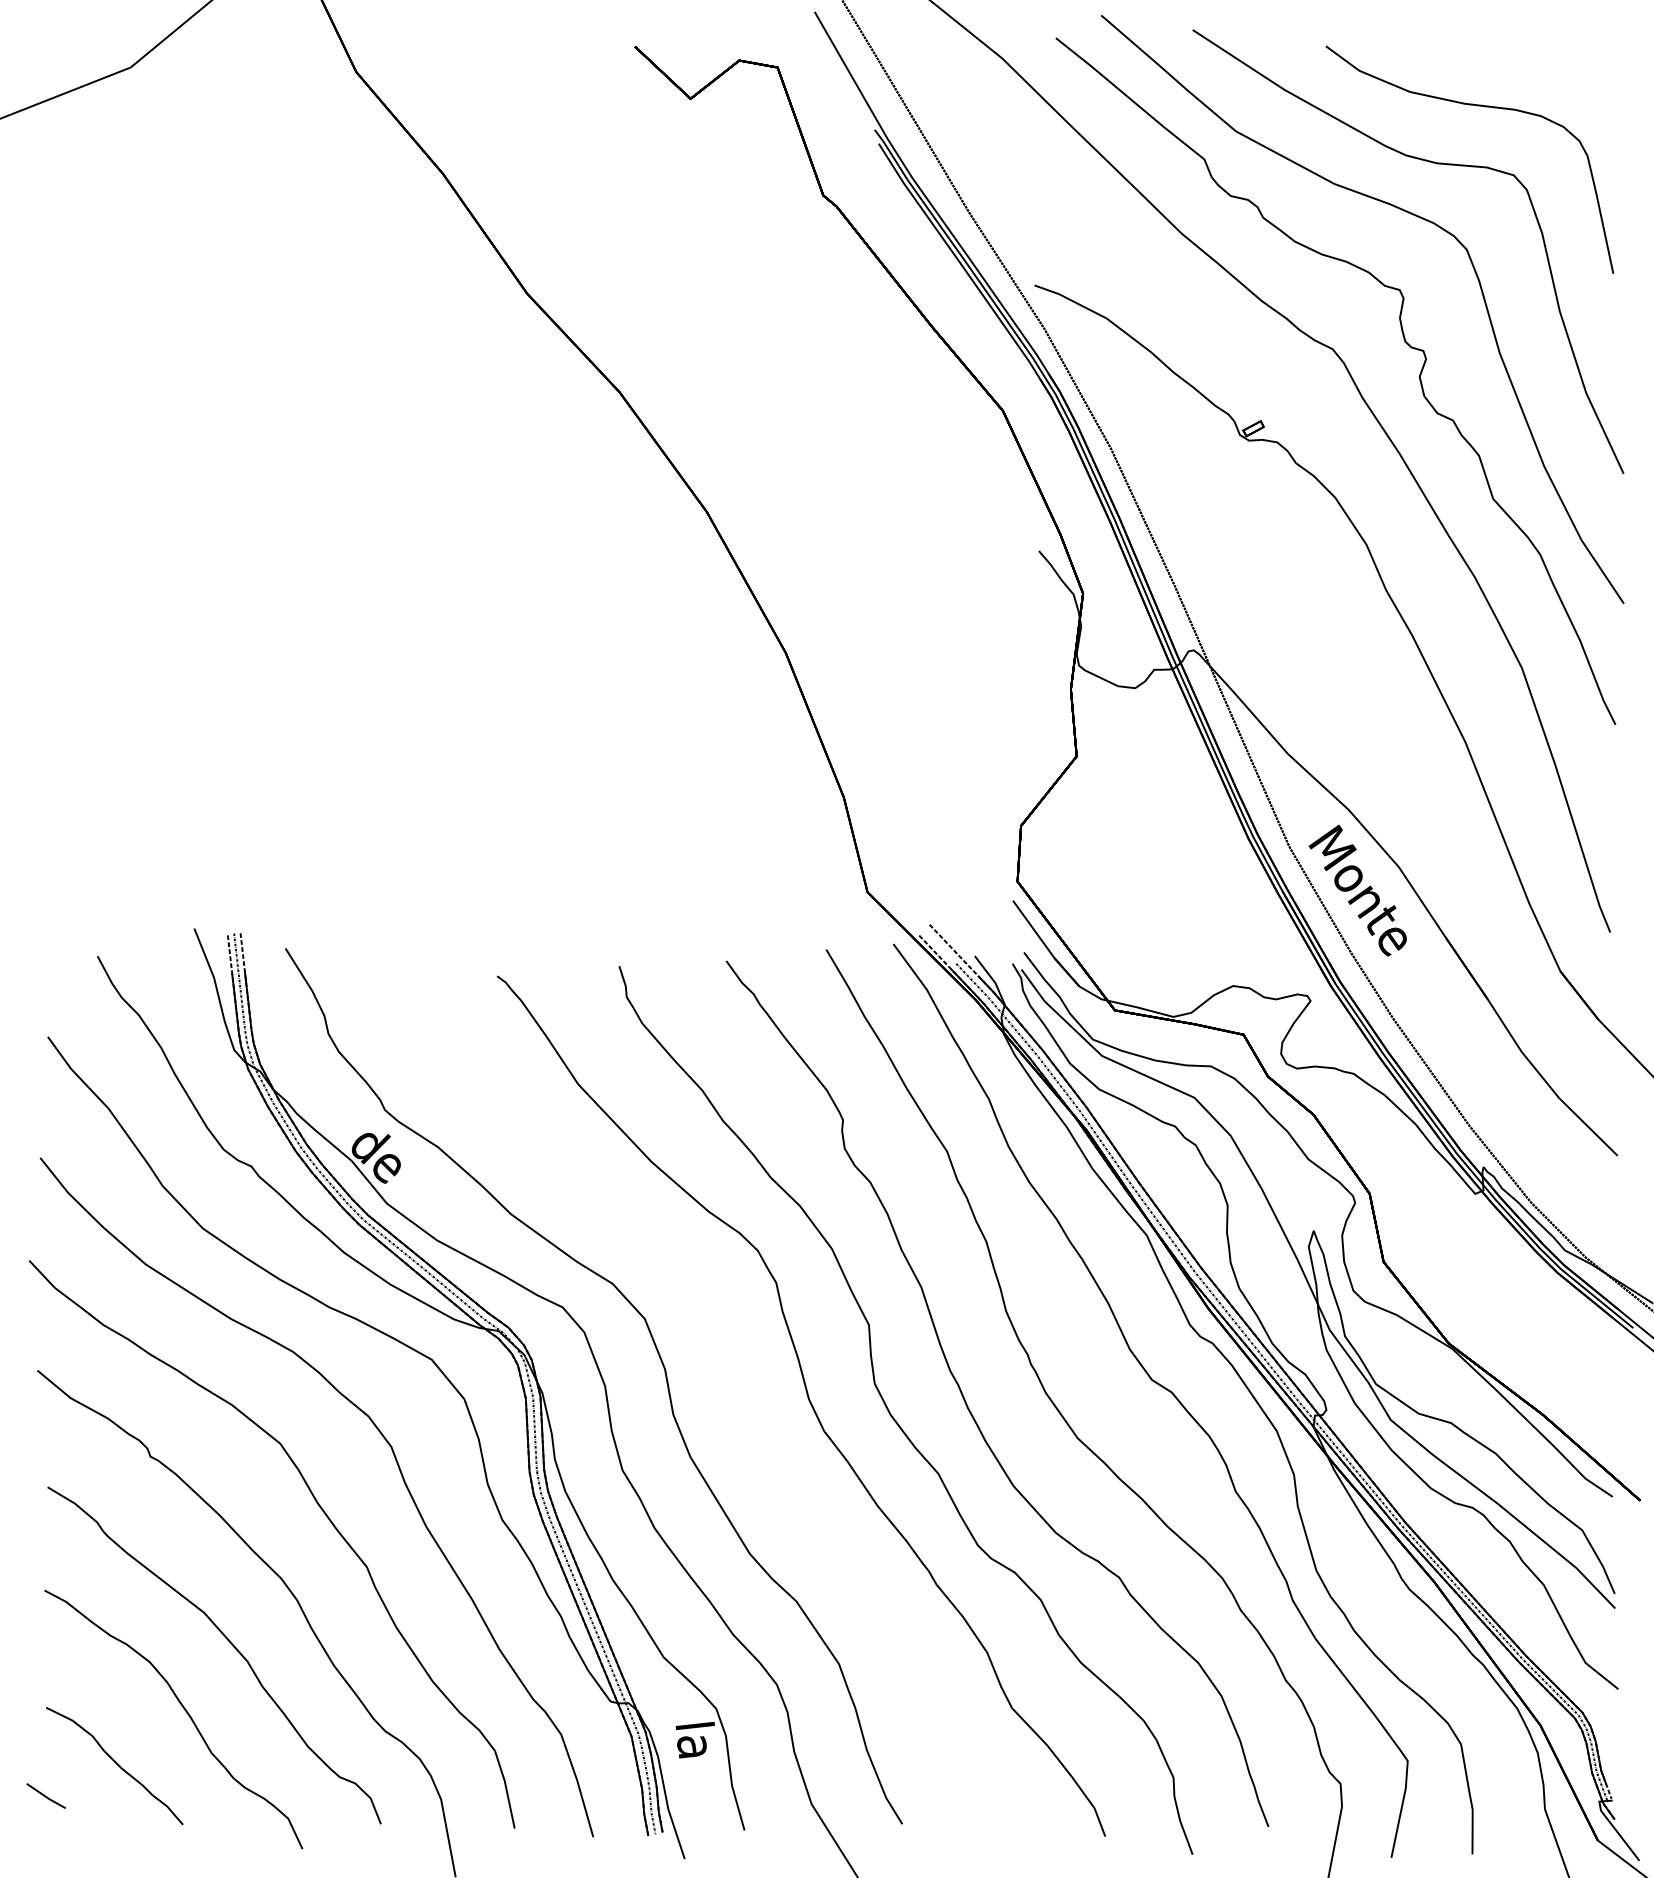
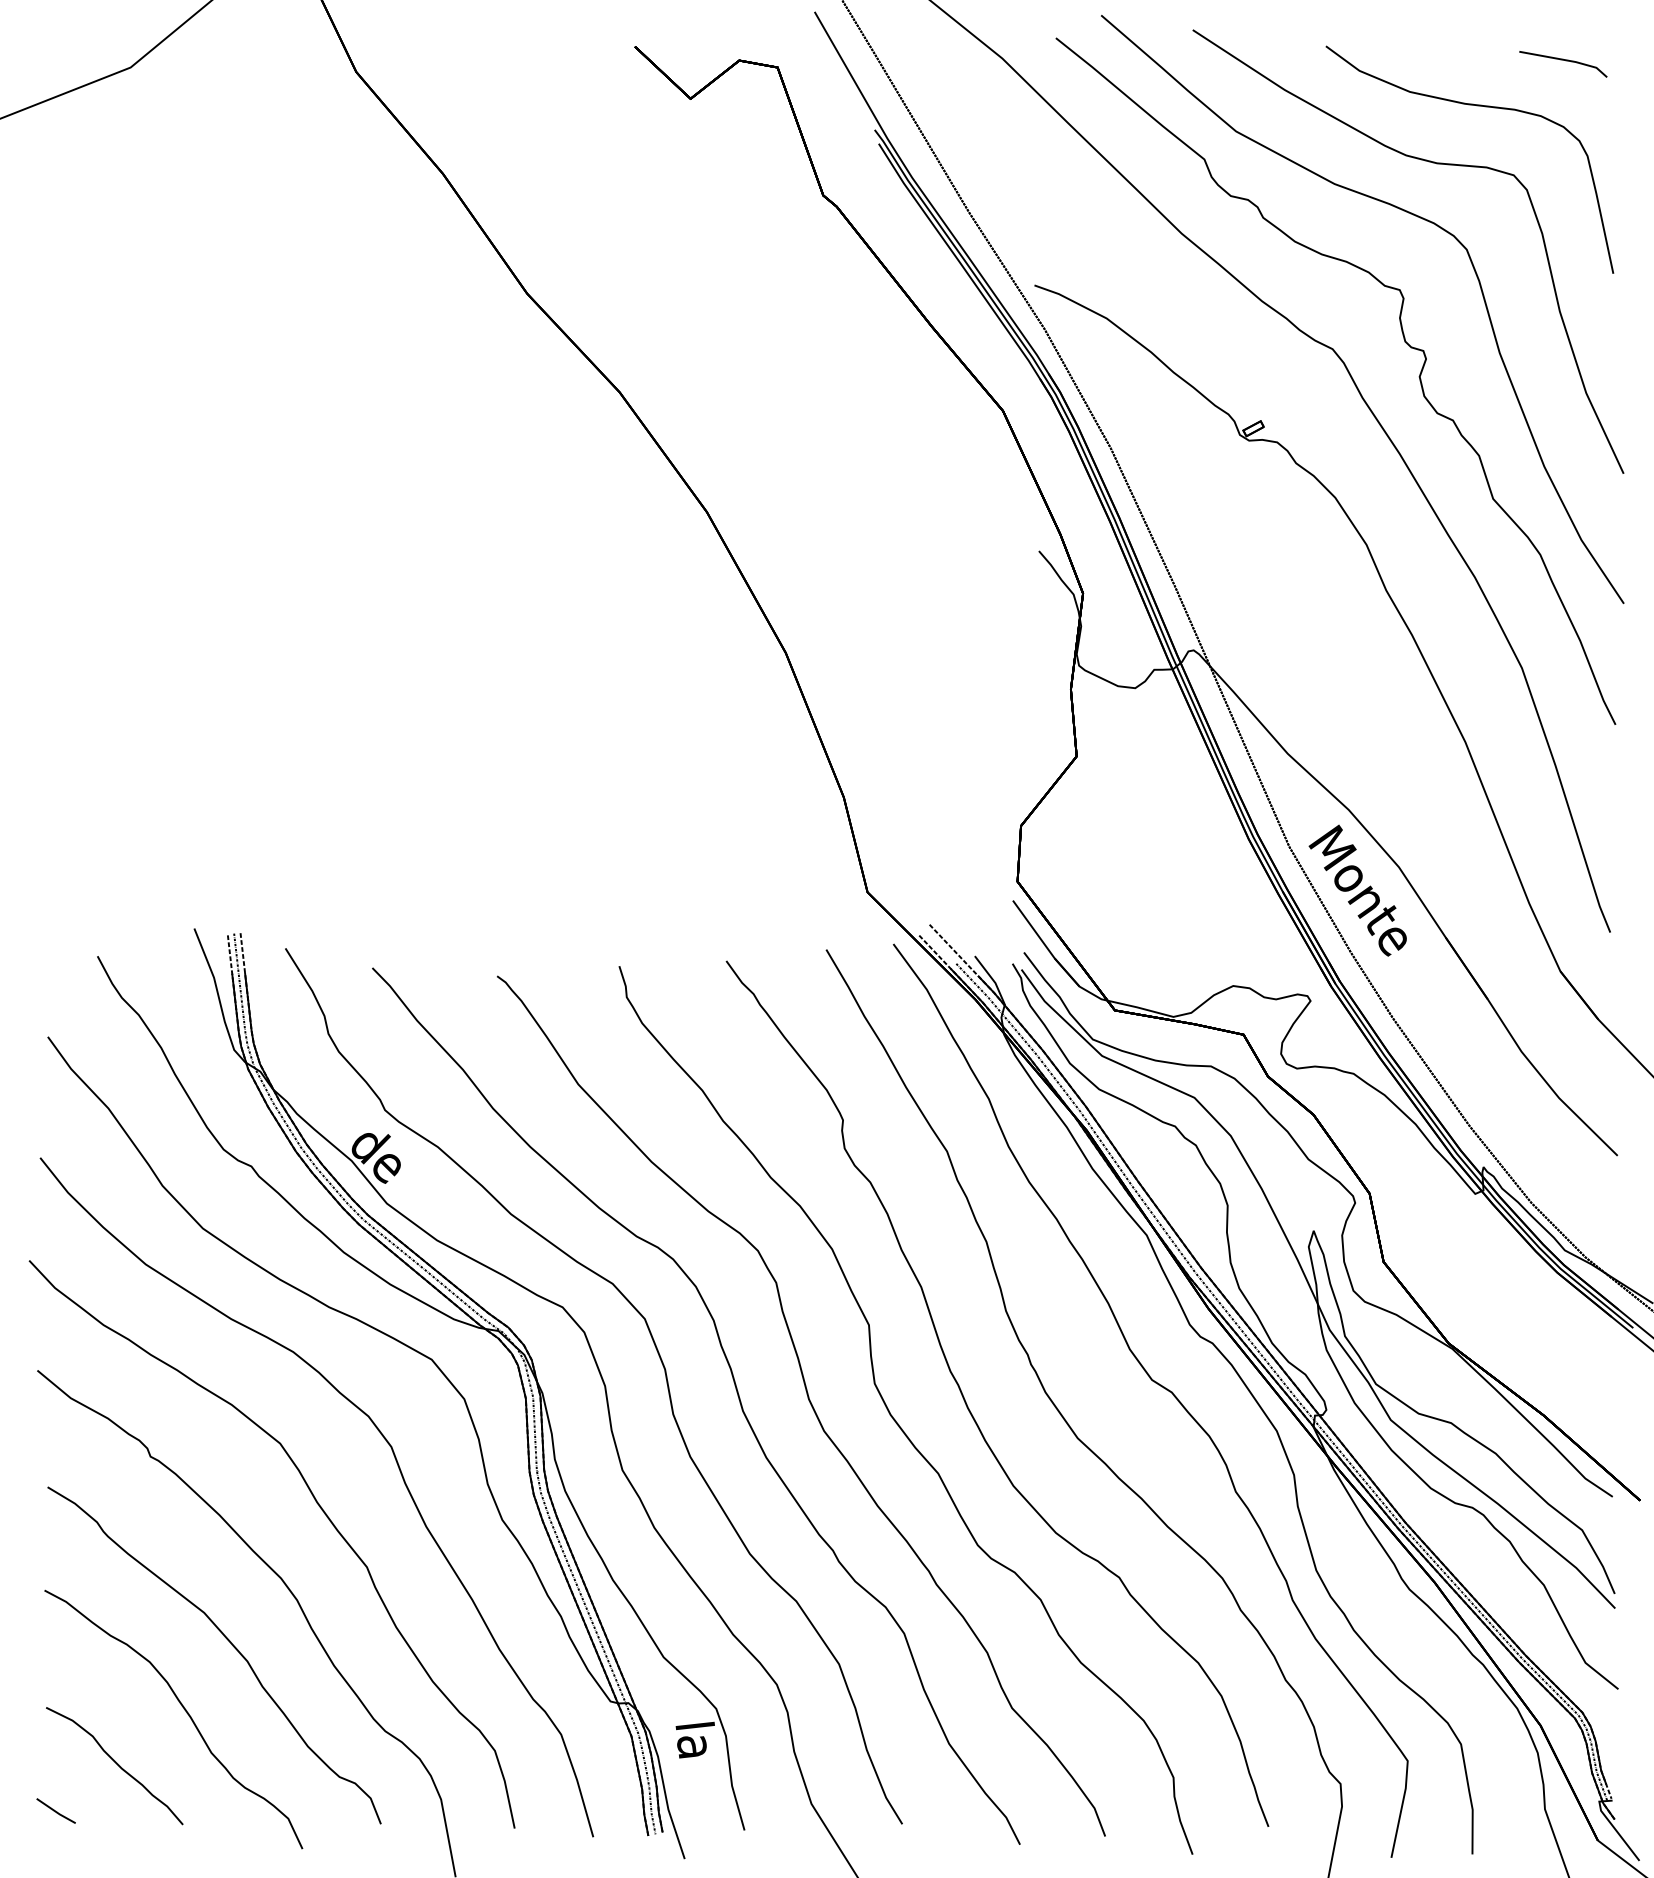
part at (1563, 64): none -> present
curve at (737, 1396): none -> present
line at (45, 1795) position: (45, 1795) -> (55, 1810)
